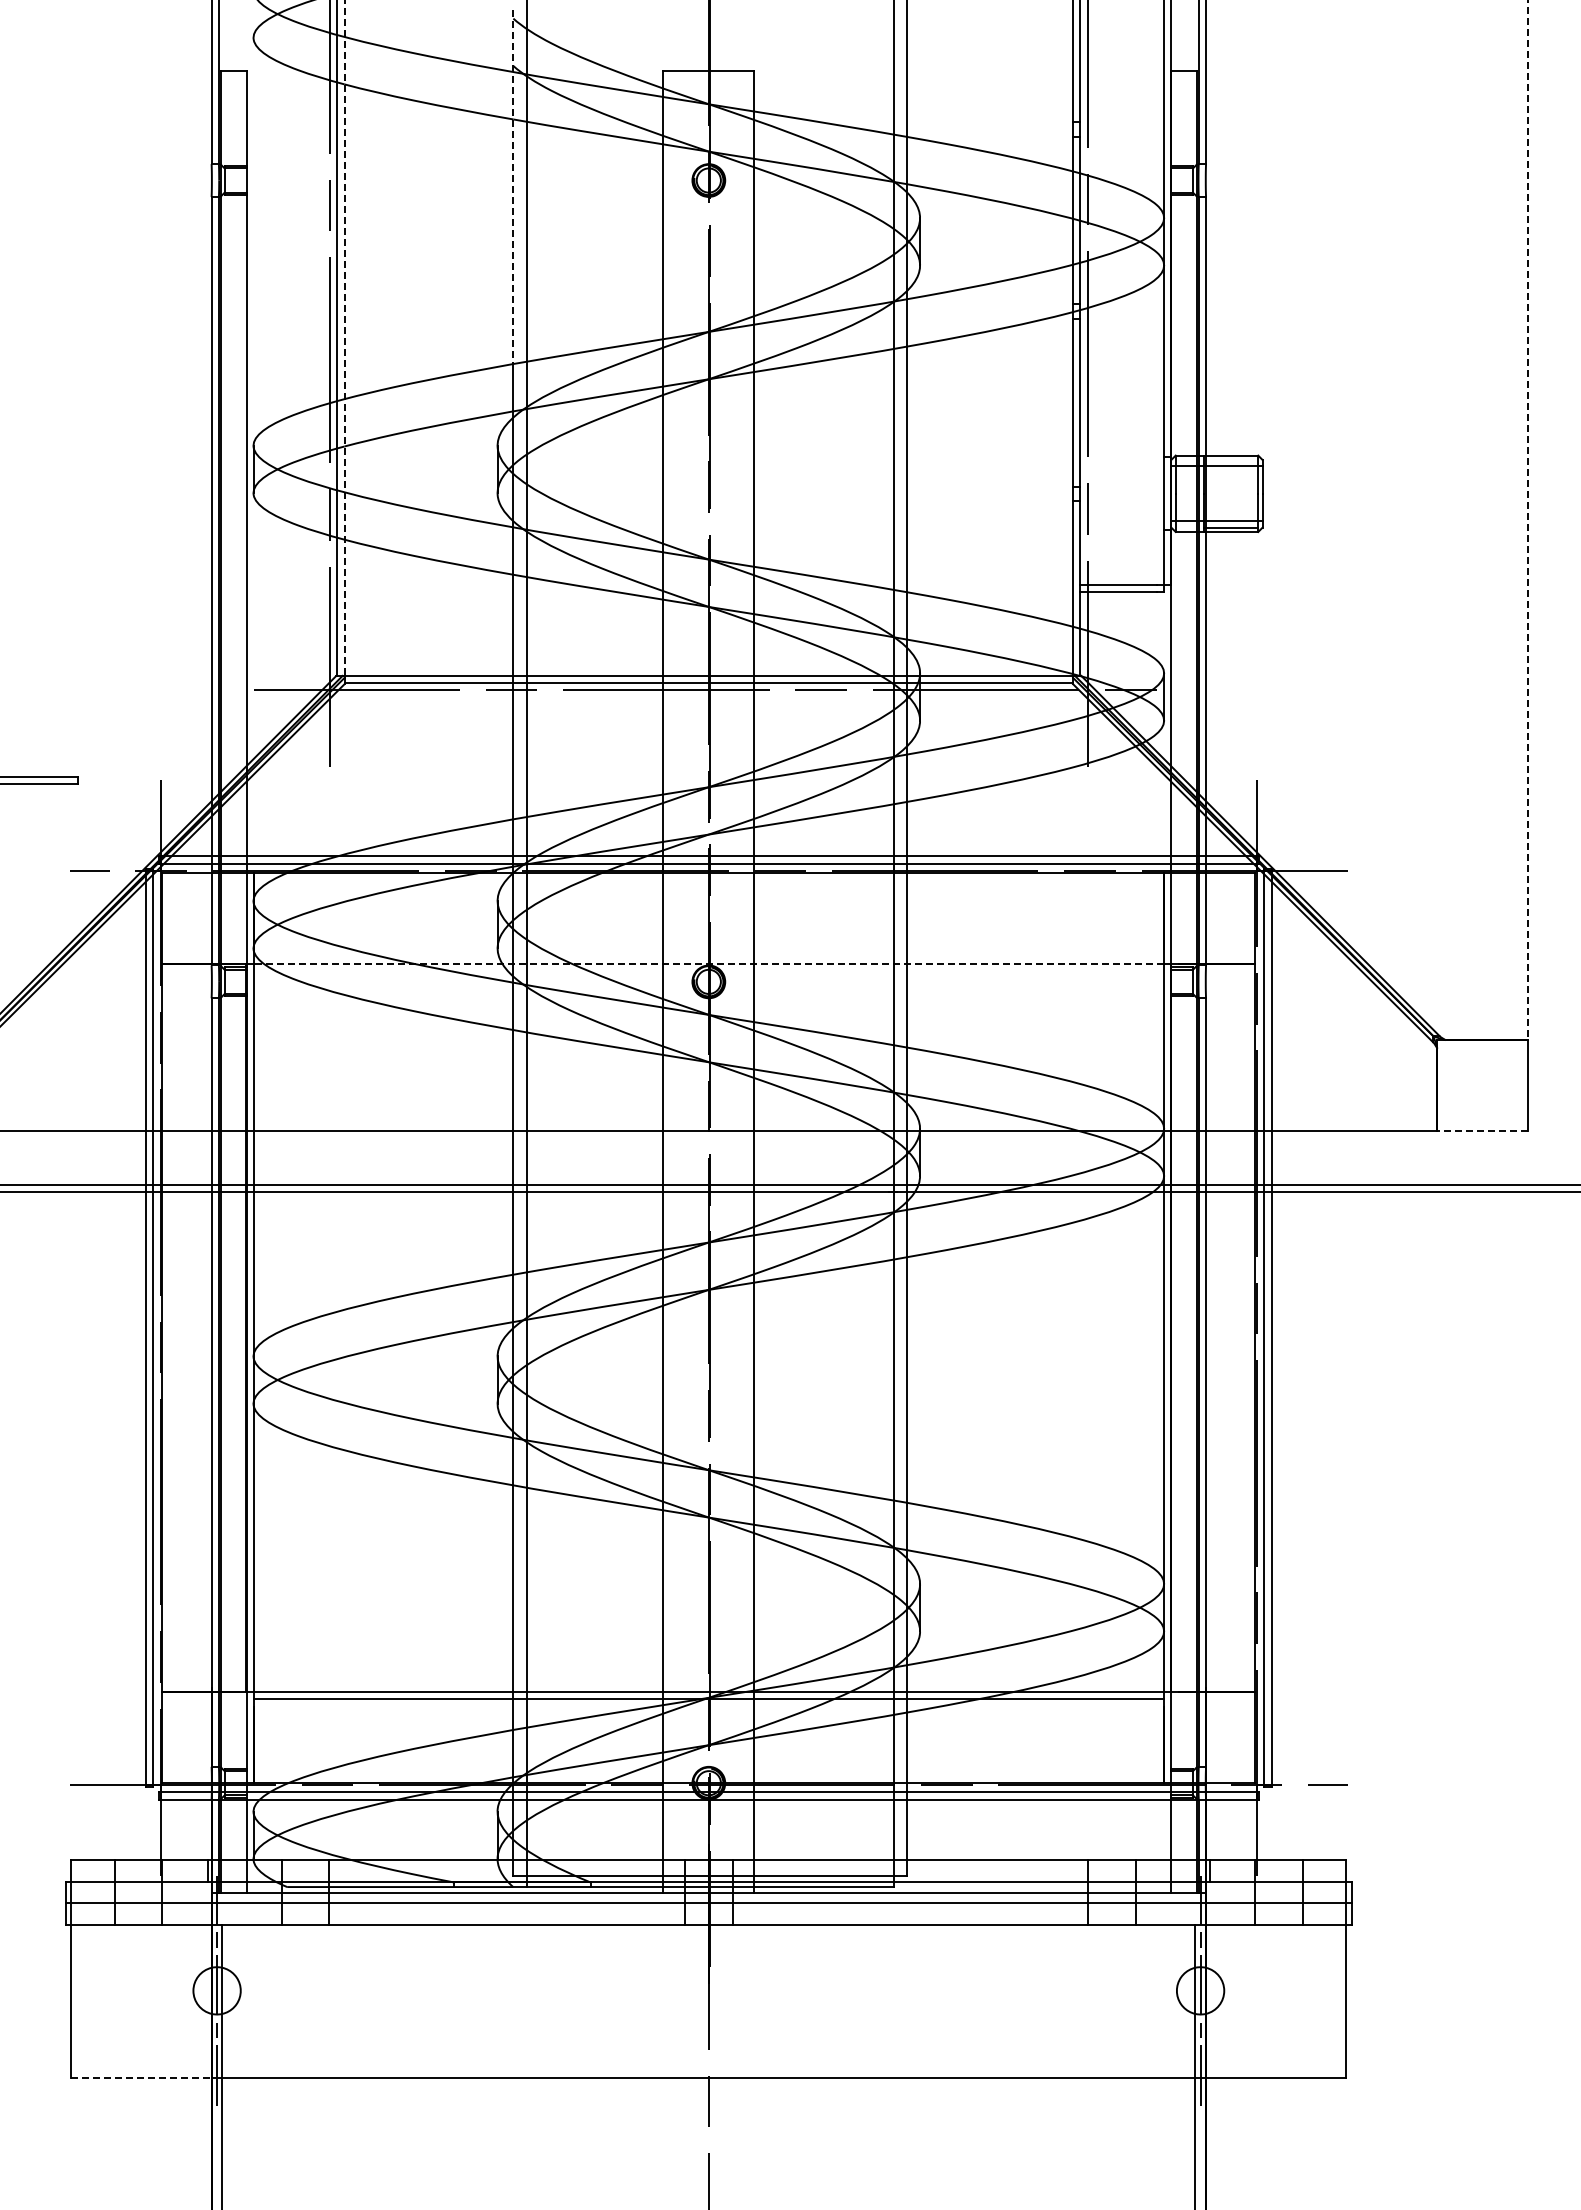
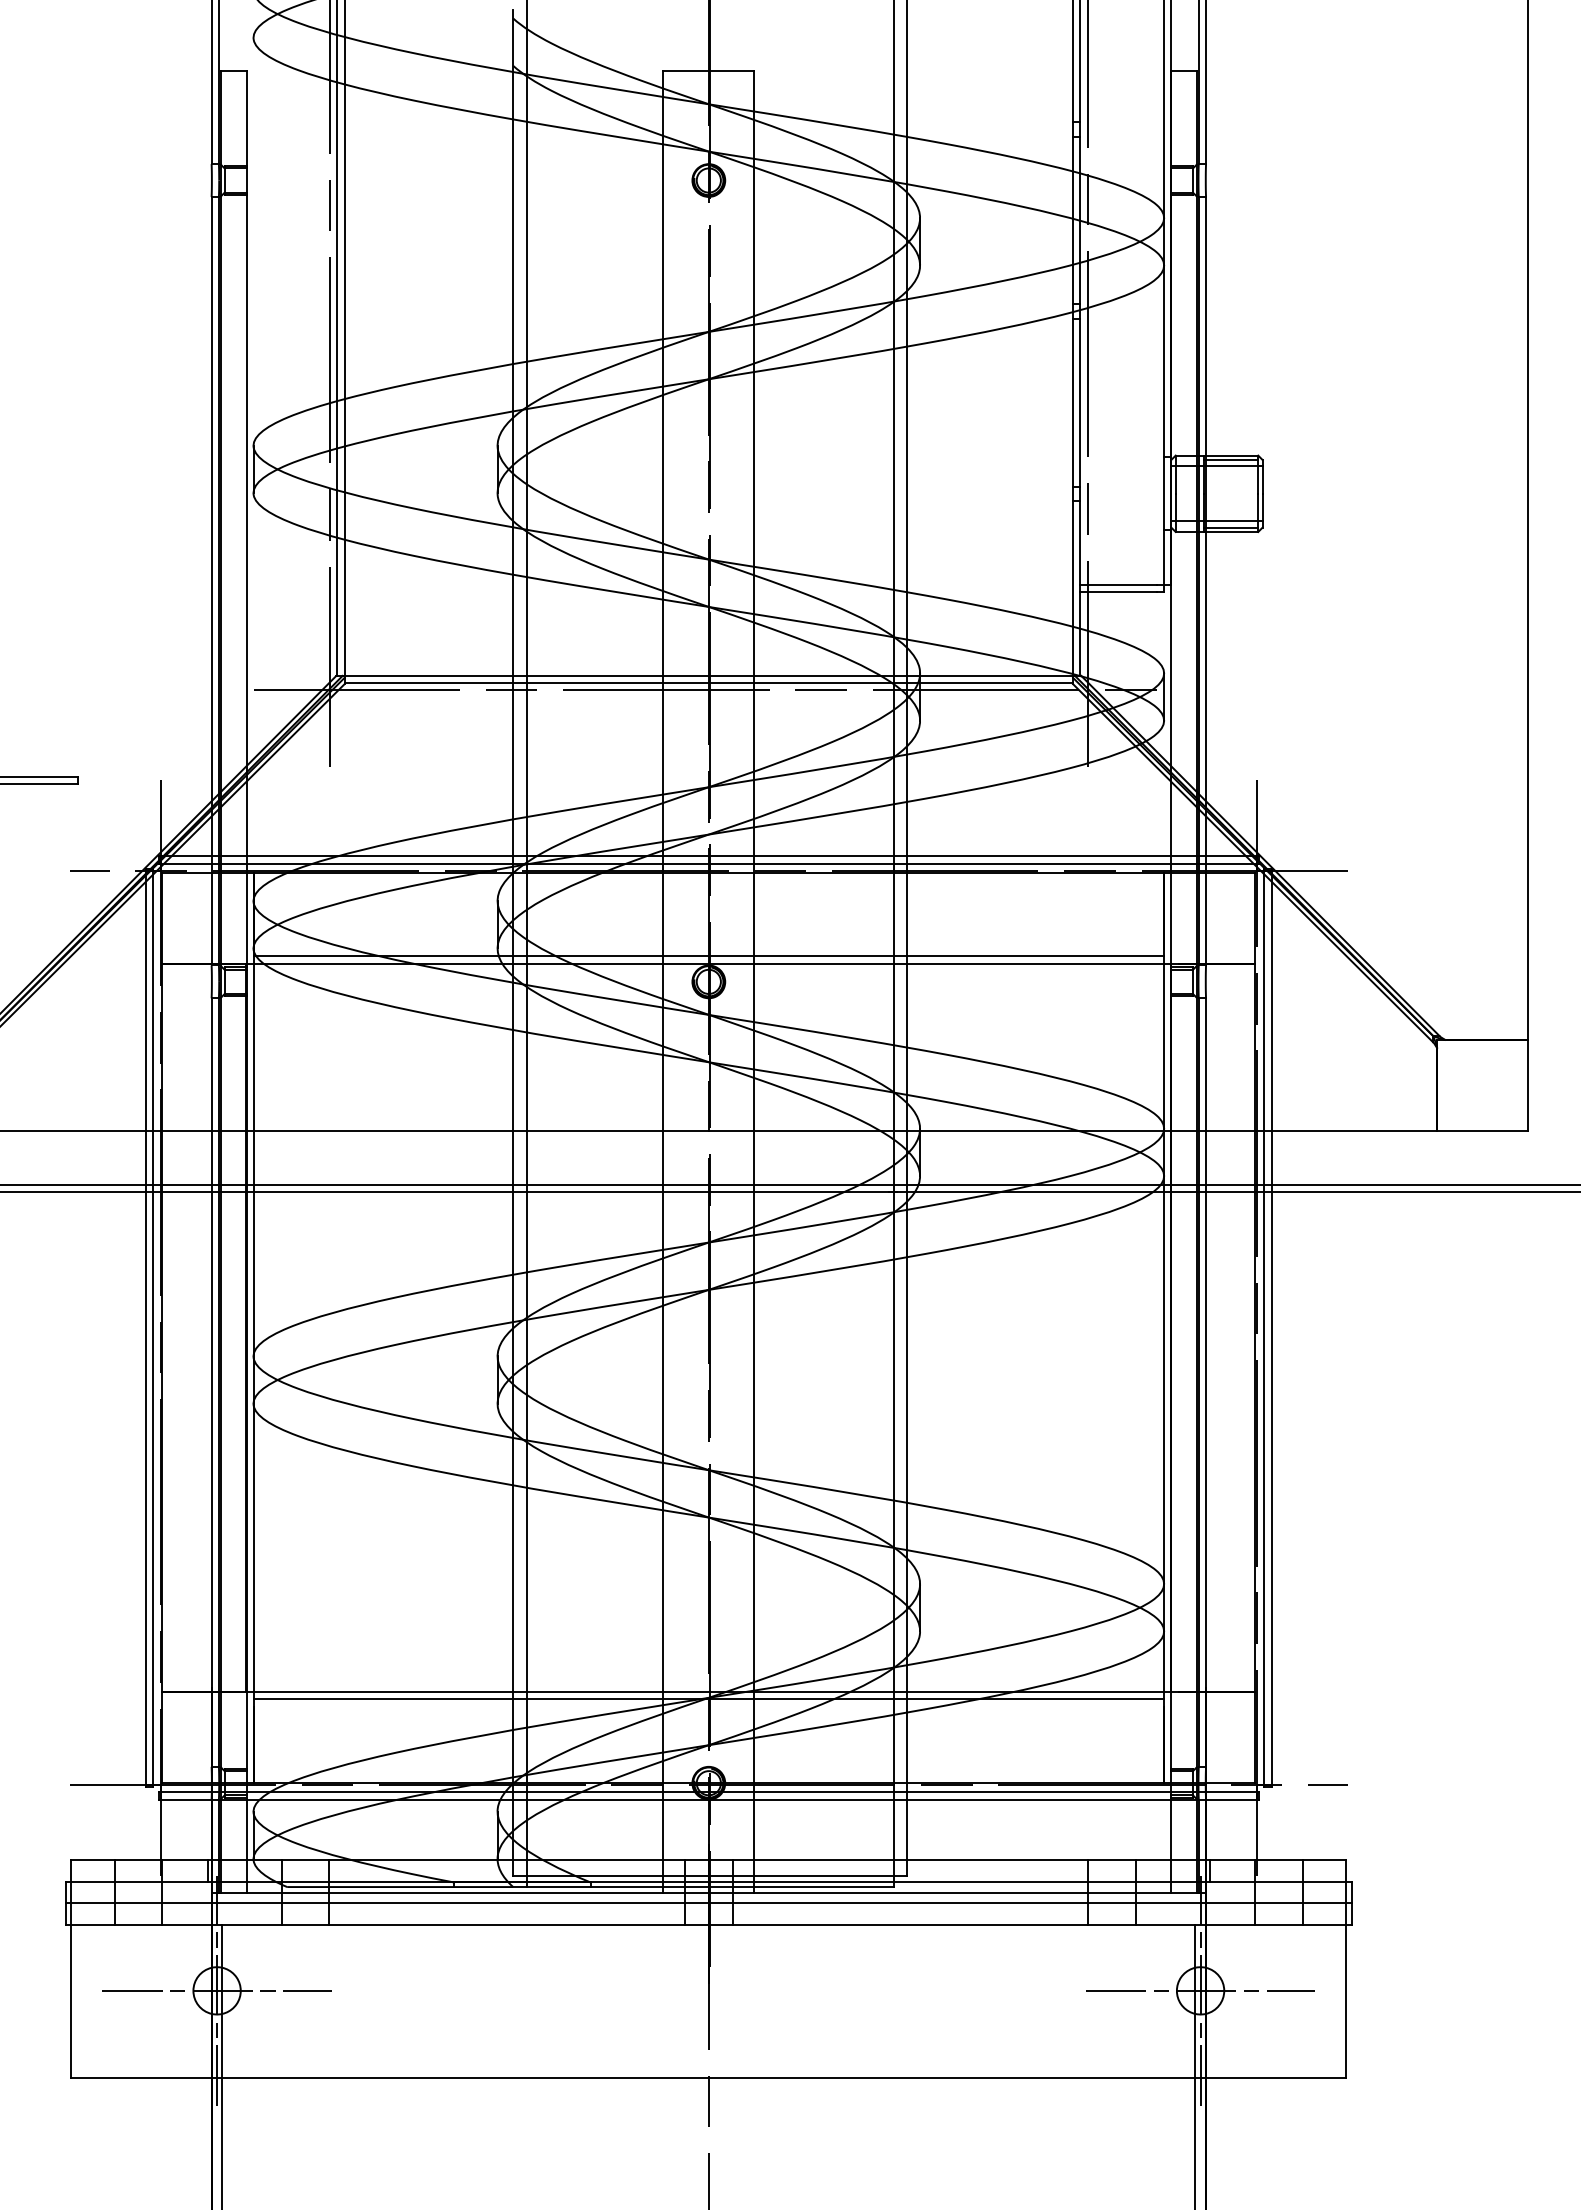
line at (513, 187): dashed -> solid
line at (344, 338): dashed -> solid
line at (1230, 459): none -> present
line at (1528, 520): dashed -> solid
line at (708, 956): none -> present
line at (708, 963): dashed -> solid
line at (1482, 1131): dashed -> solid
line at (216, 1990): none -> present
line at (1200, 1990): none -> present
line at (142, 2078): dashed -> solid
